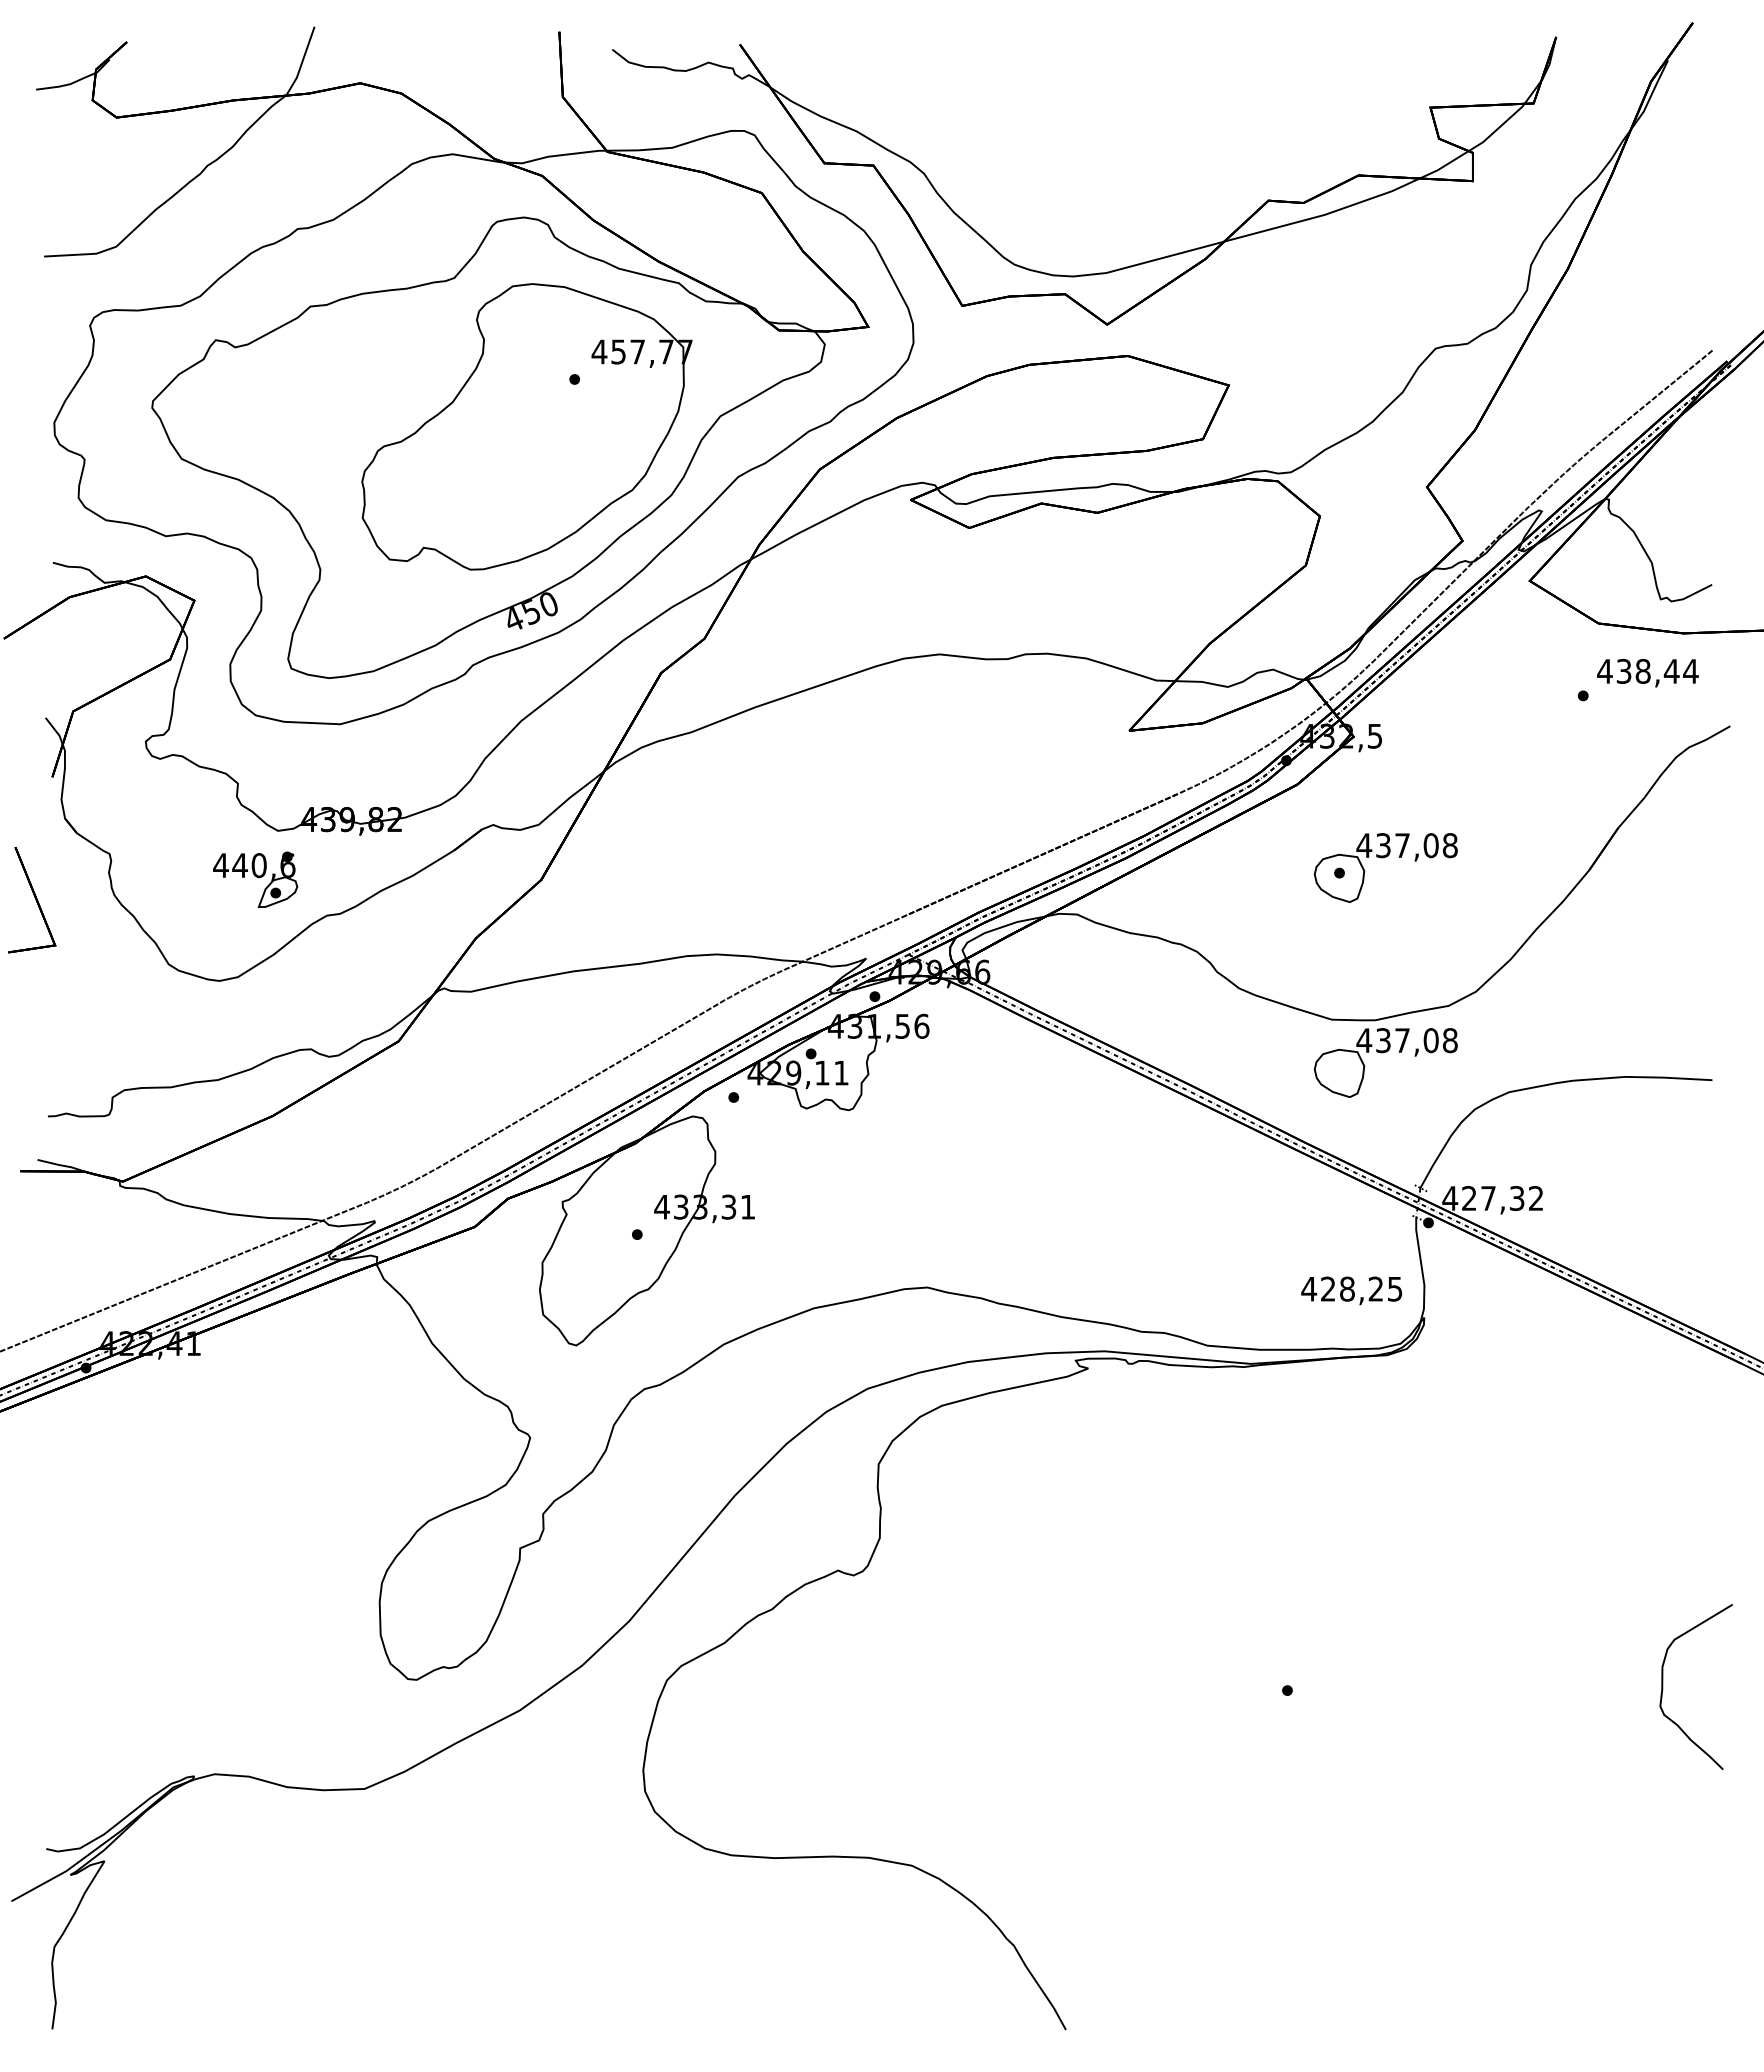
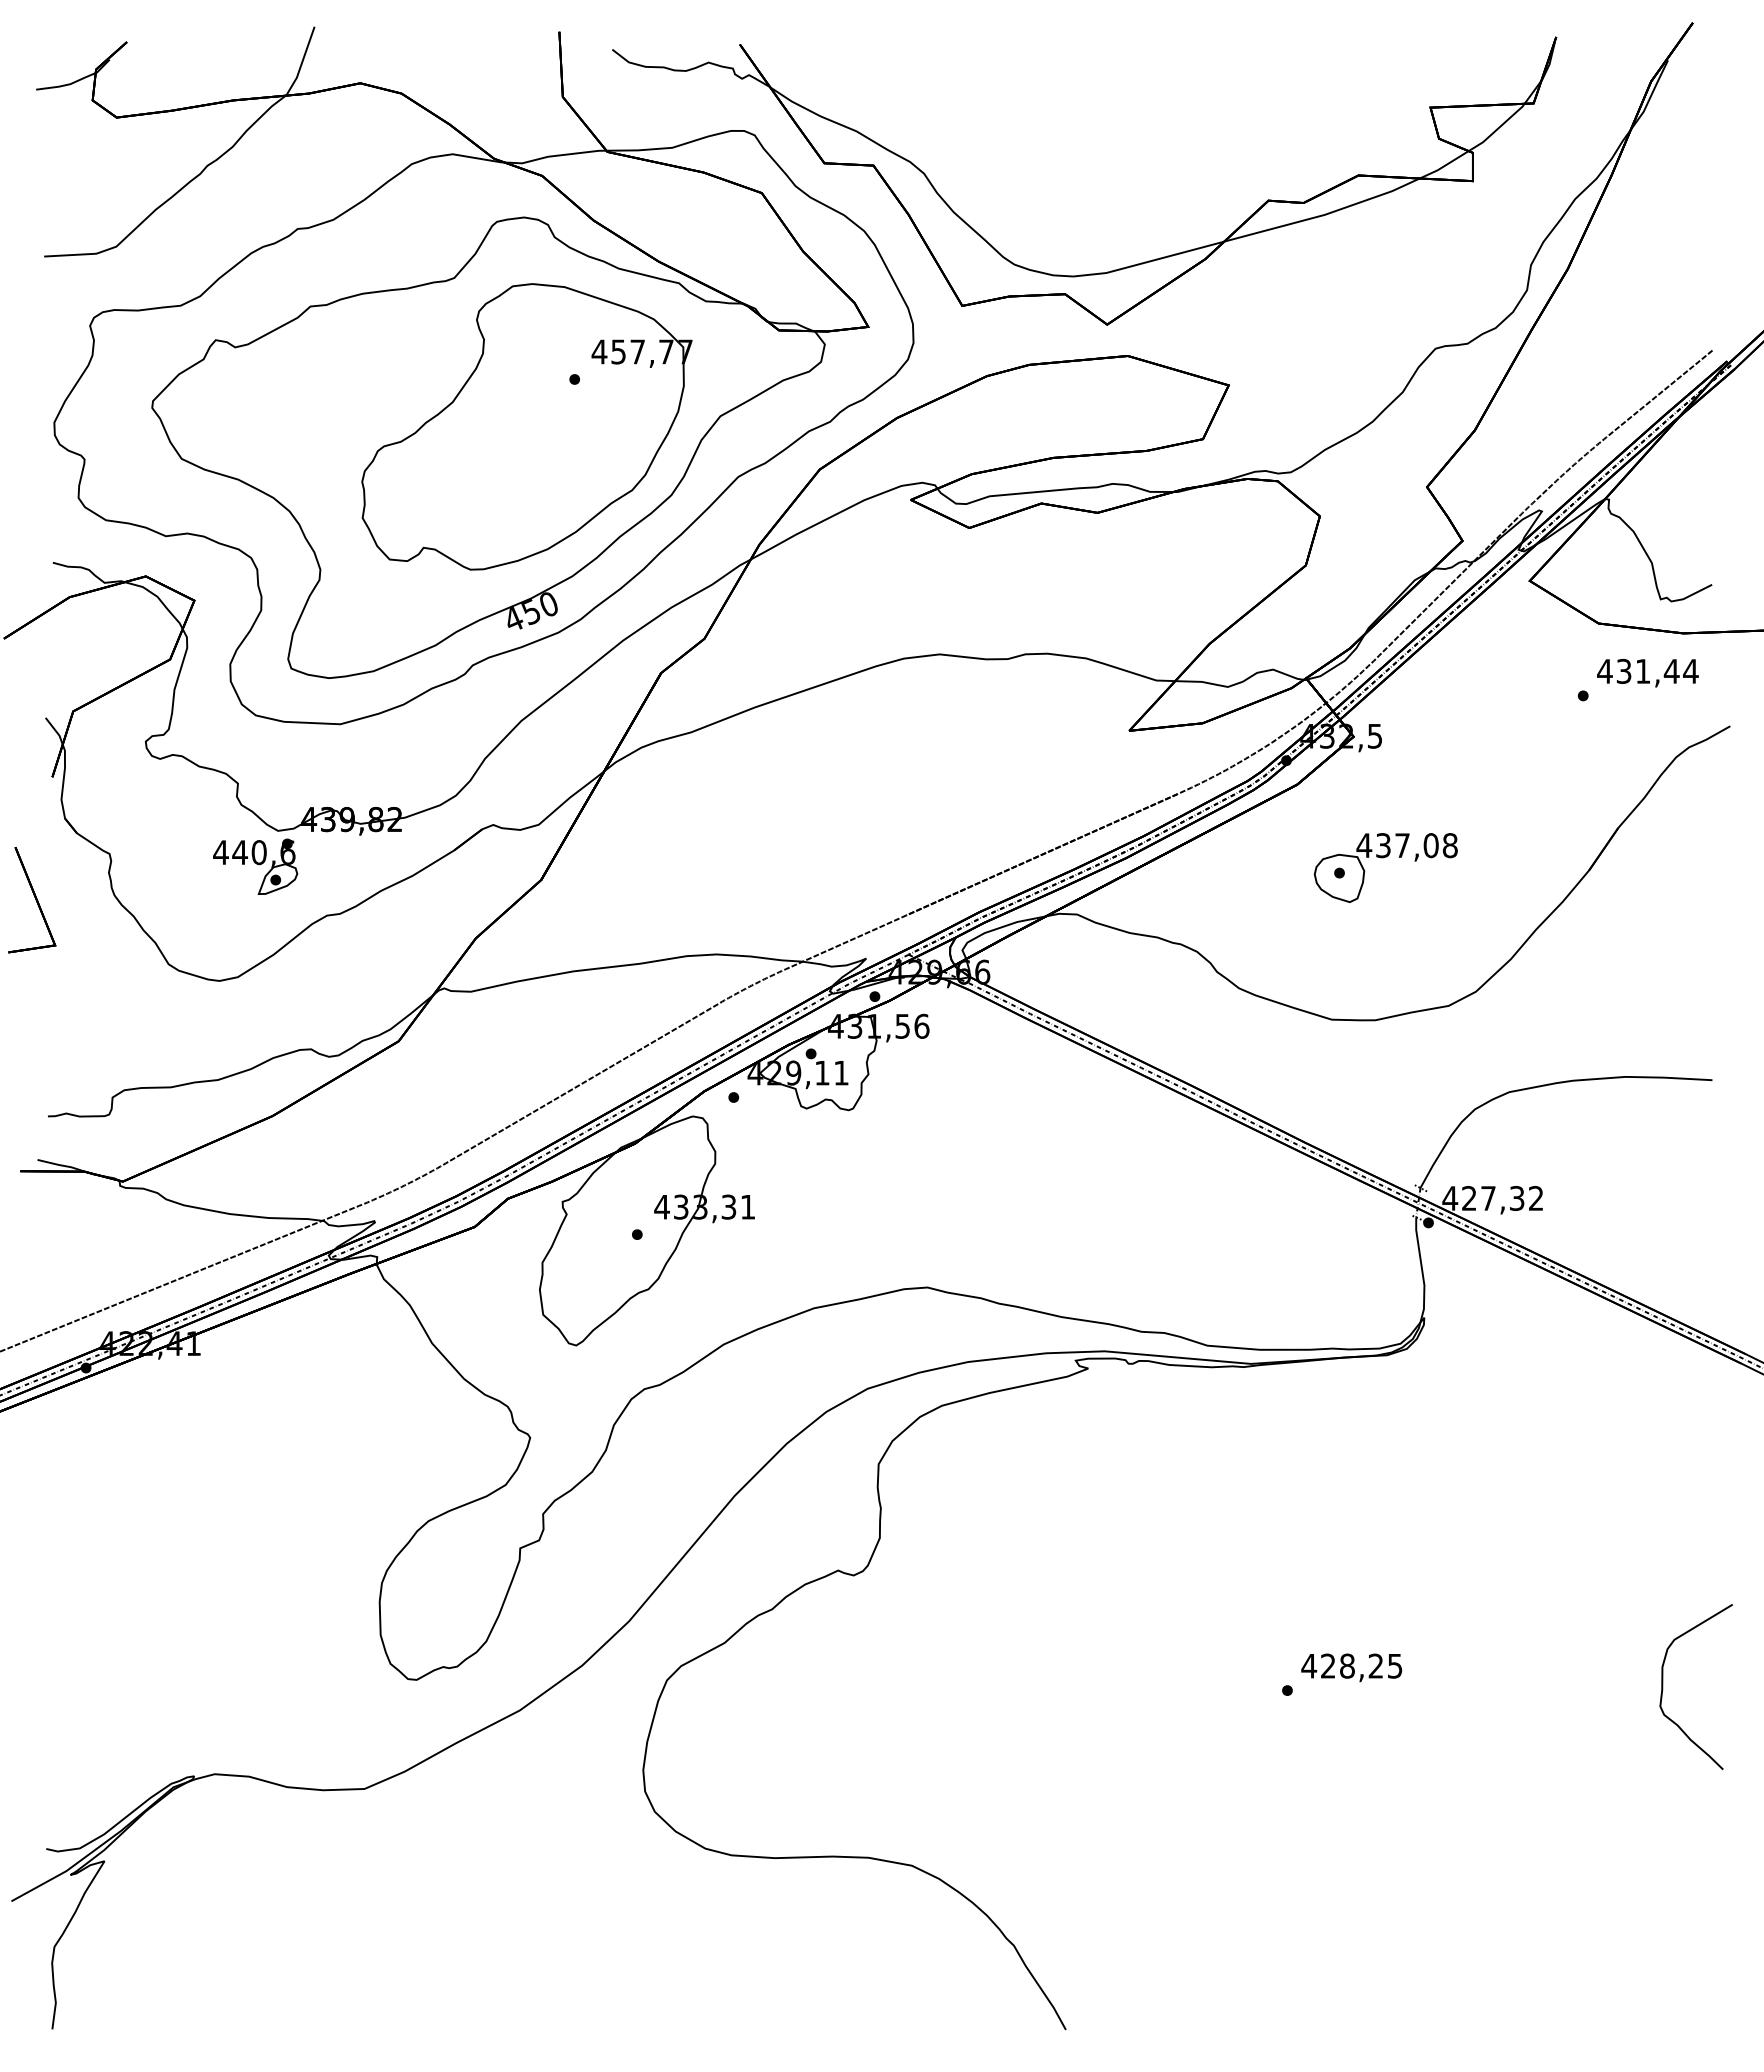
text at (1642, 670): 438,44 -> 431,44
part at (255, 879) position: (255, 879) -> (255, 866)
part at (1383, 1053): present -> none
text at (1351, 1290) position: (1351, 1290) -> (1351, 1667)
